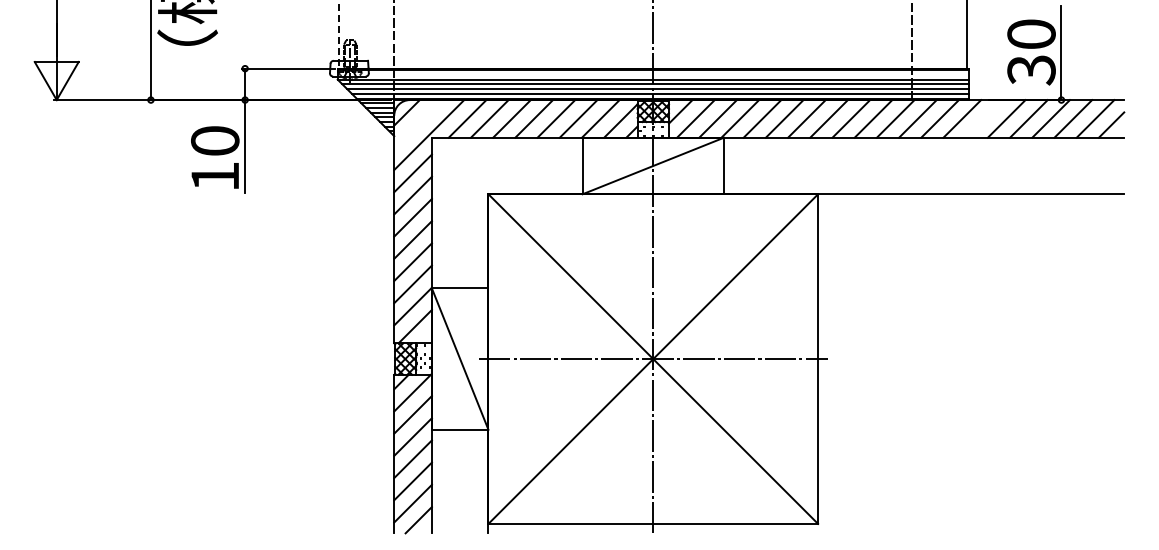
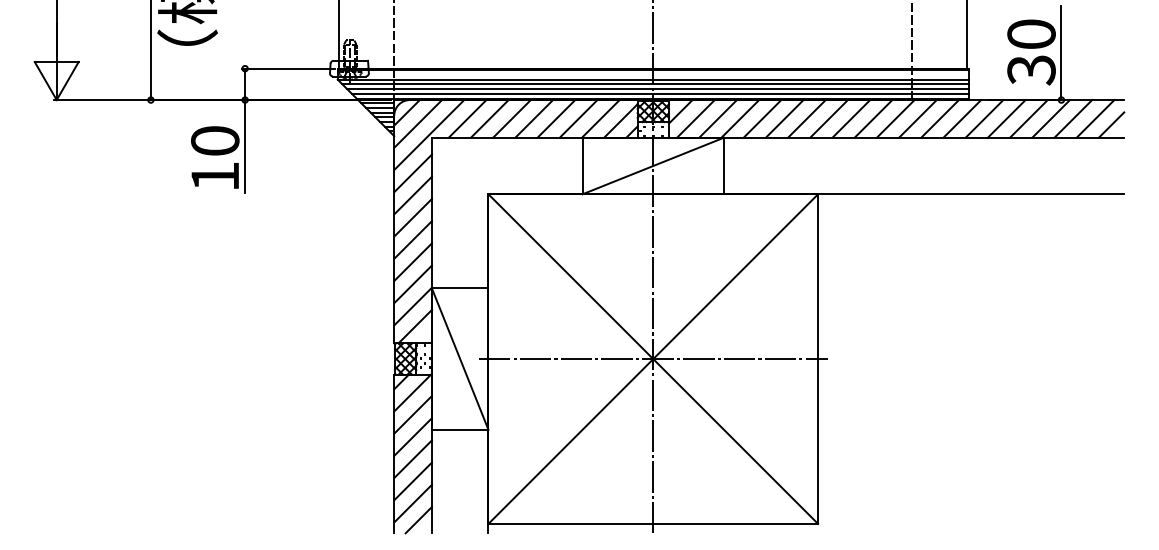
line at (339, 34): dashed -> solid
line at (984, 118): none -> present
line at (418, 123): none -> present
